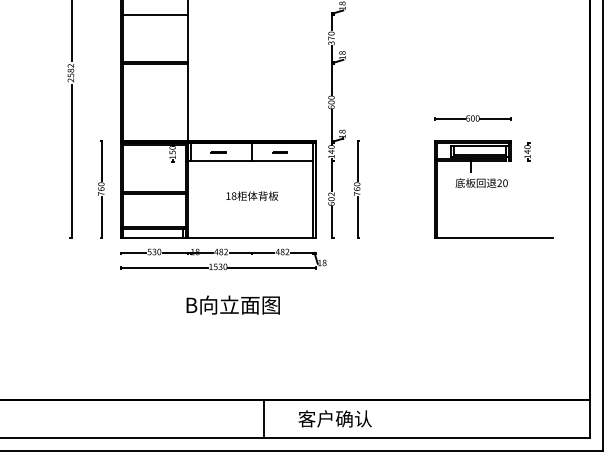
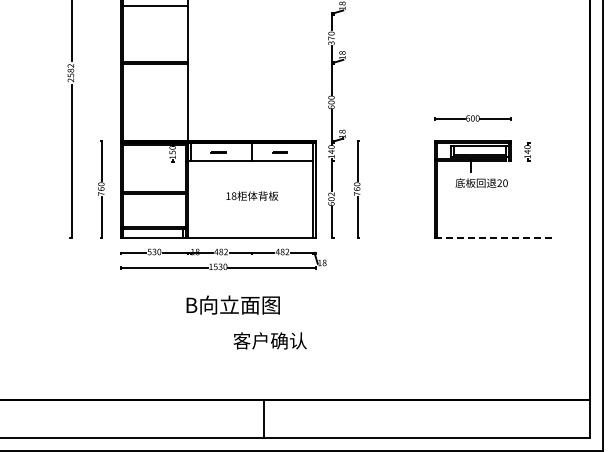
line at (155, 14) position: (155, 14) -> (155, 5)
line at (493, 237): solid -> dashed
text at (334, 418) position: (334, 418) -> (269, 340)
